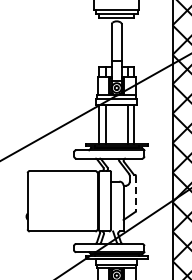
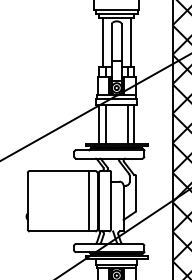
line at (102, 42): none -> present
line at (130, 42): none -> present
line at (136, 193): dashed -> solid
line at (89, 201): none -> present
